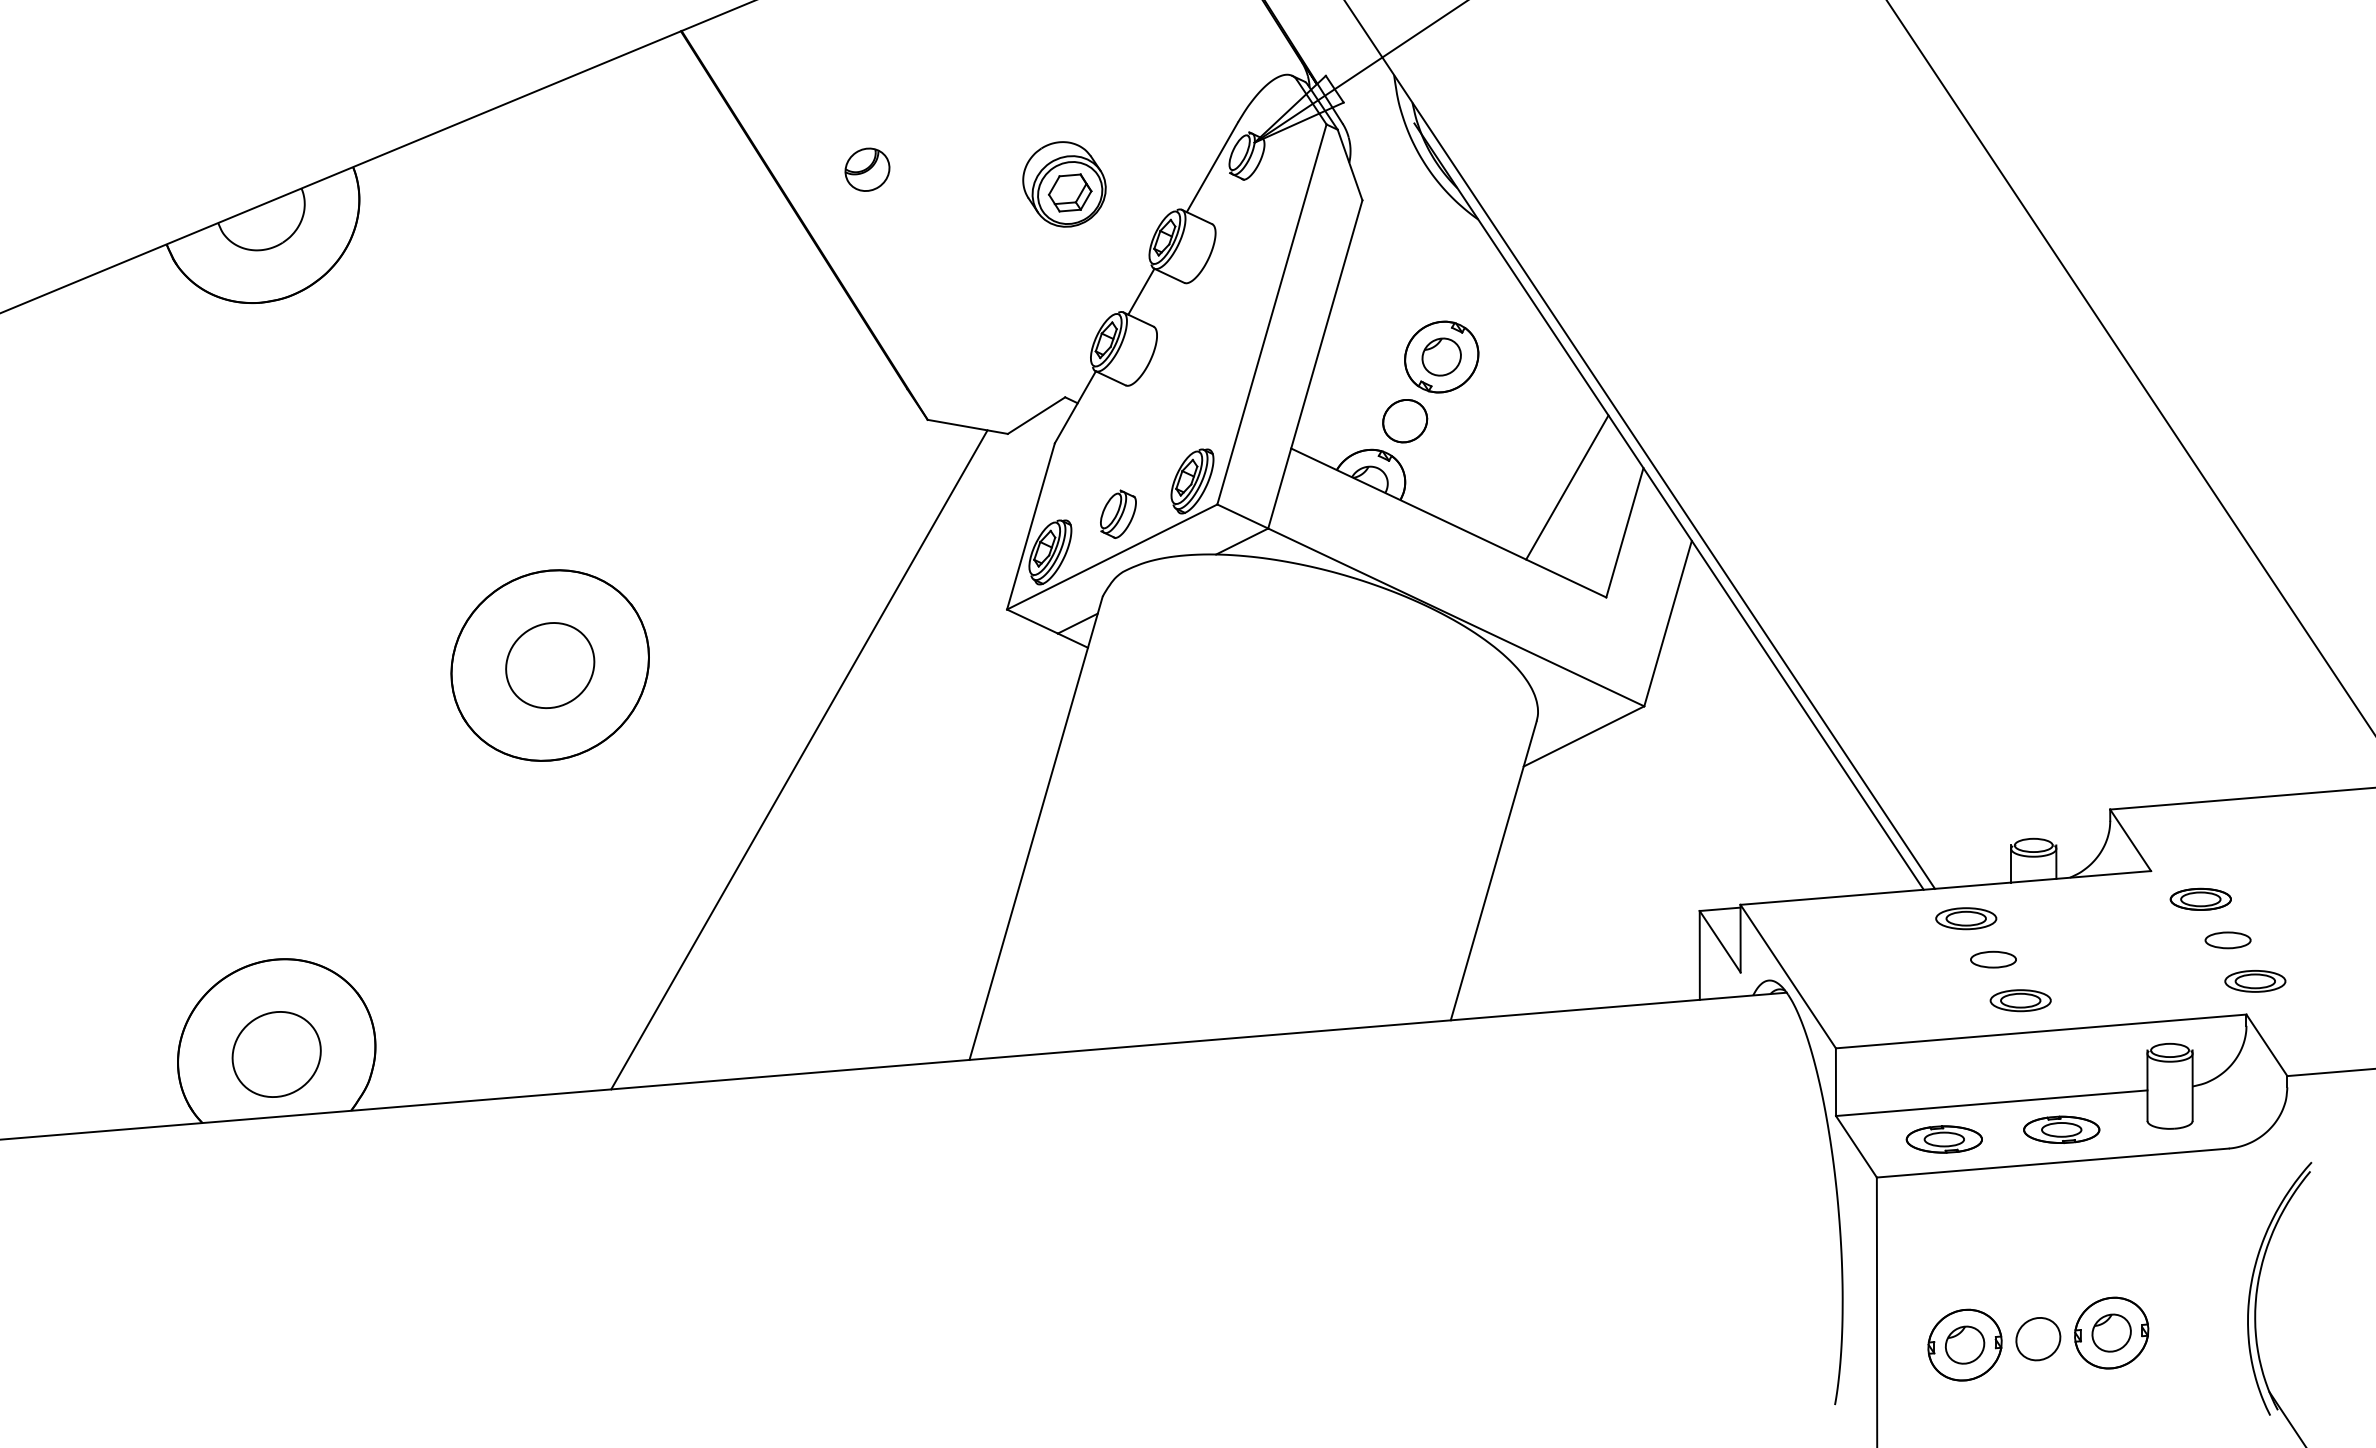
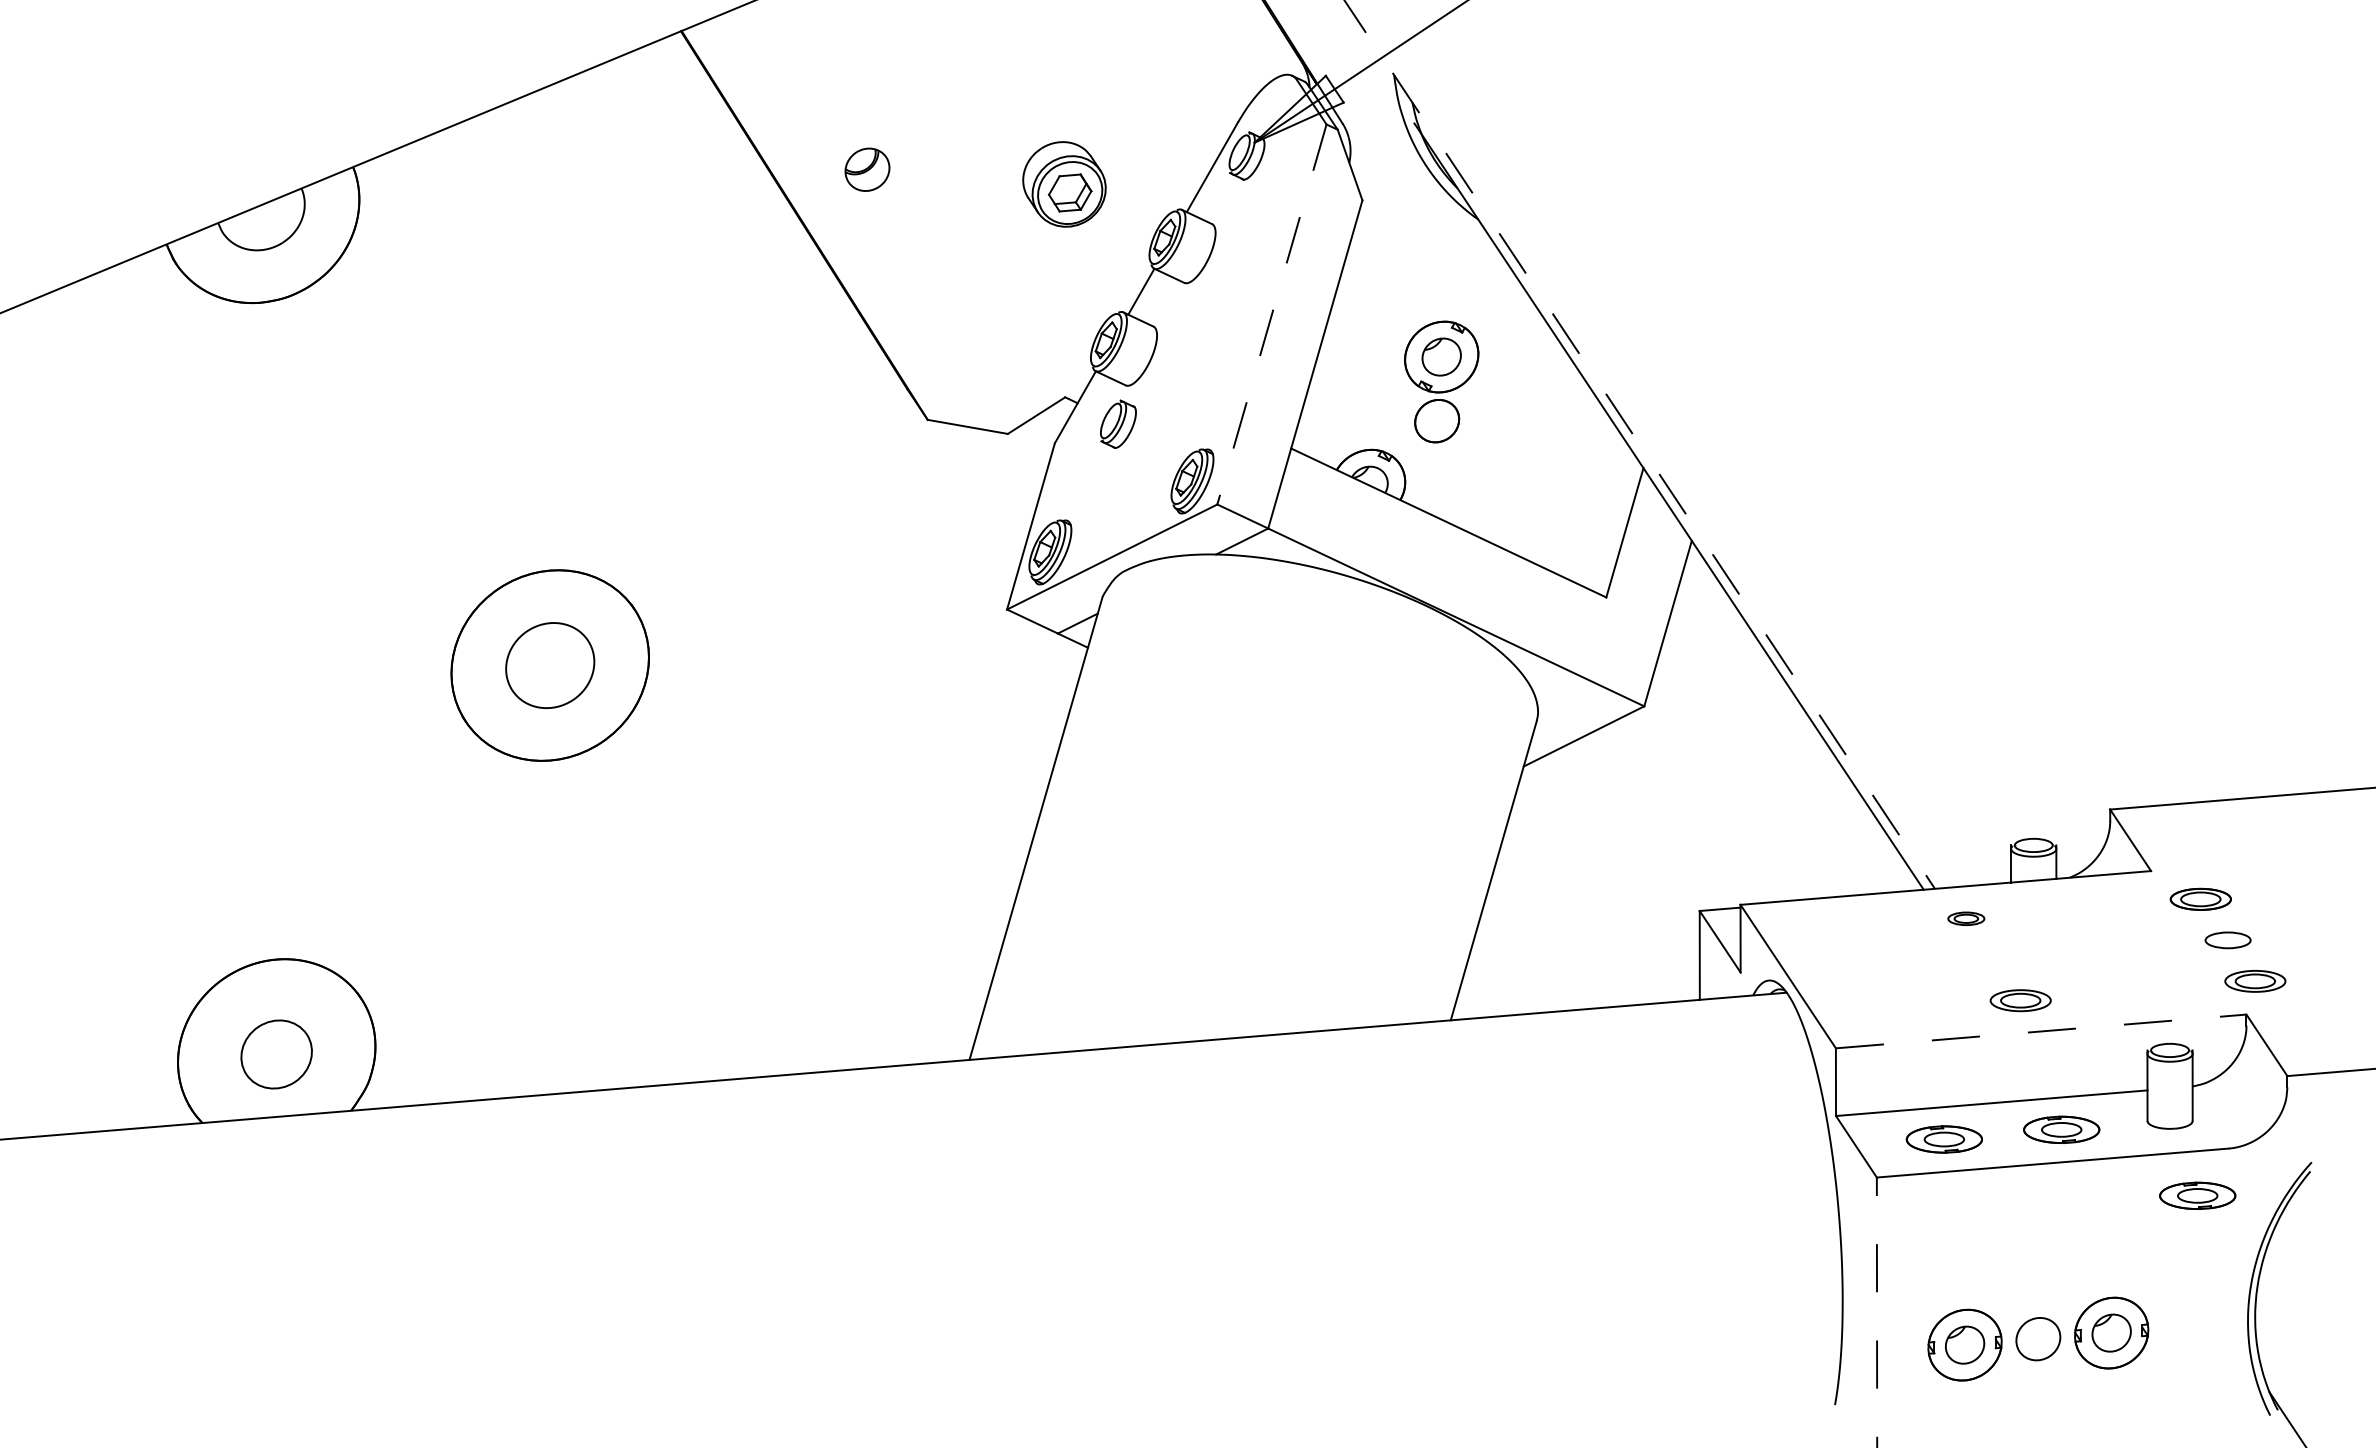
line at (1271, 314): solid -> dashed
line at (2130, 366): present -> none
part at (1405, 421) position: (1405, 421) -> (1437, 421)
line at (1639, 444): solid -> dashed
line at (1567, 487): present -> none
part at (1118, 513) position: (1118, 513) -> (1118, 423)
line at (799, 759): present -> none
part at (1966, 918) size: 63x24 px -> 39x15 px
part at (1993, 959): present -> none
line at (2041, 1031): solid -> dashed
part at (276, 1054) size: 91x87 px -> 73x71 px
part at (2197, 1195): none -> present
line at (1877, 1312): solid -> dashed
